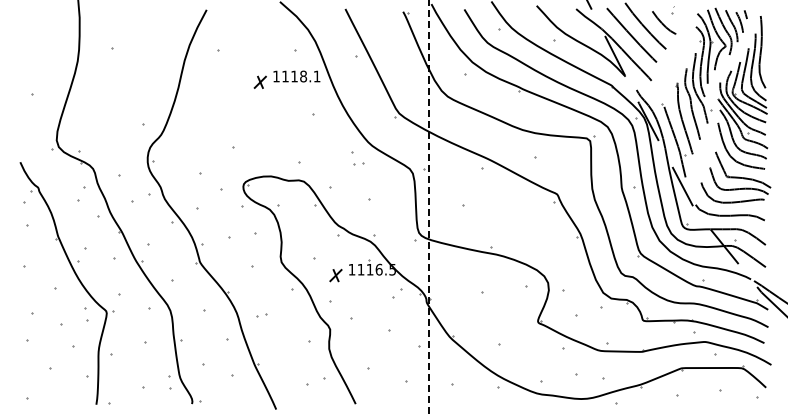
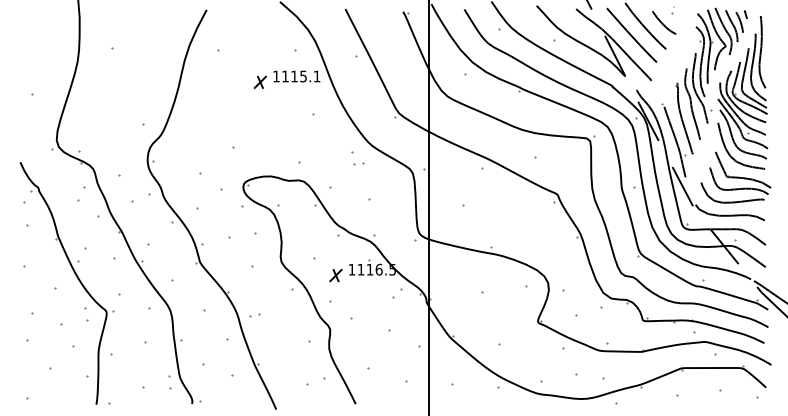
text at (303, 76): 1118.1 -> 1115.1
line at (429, 207): dashed -> solid
part at (261, 315) position: (261, 315) -> (254, 315)
